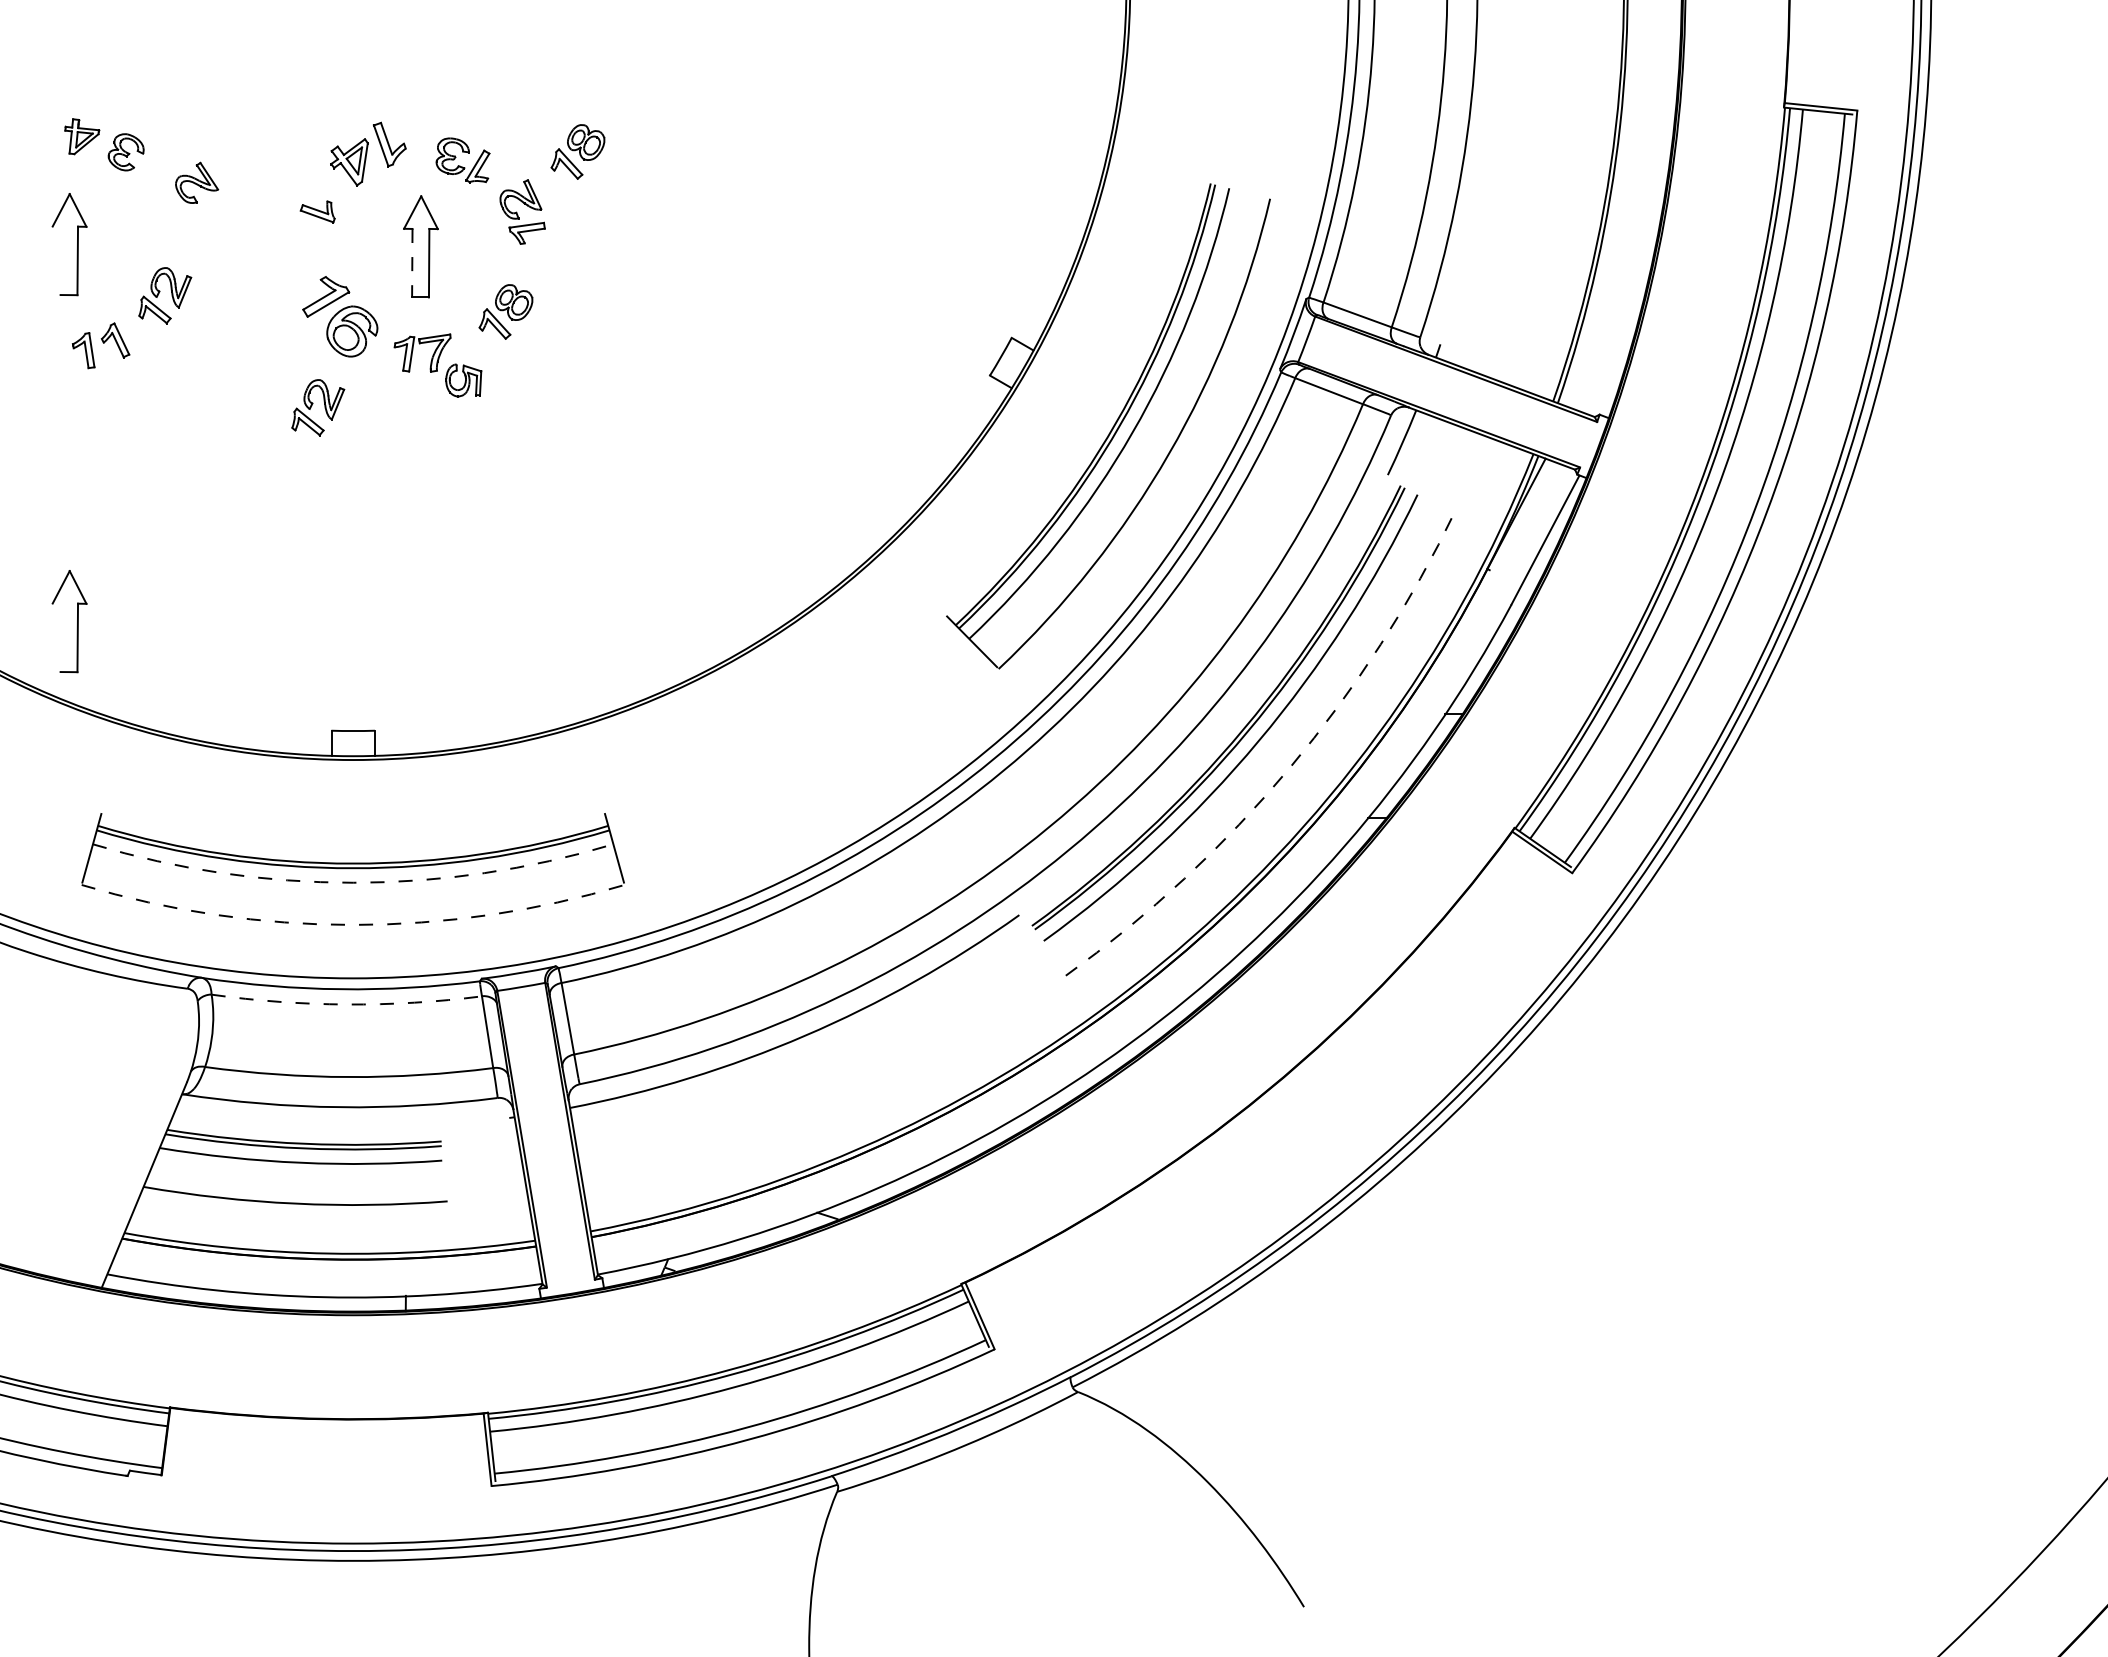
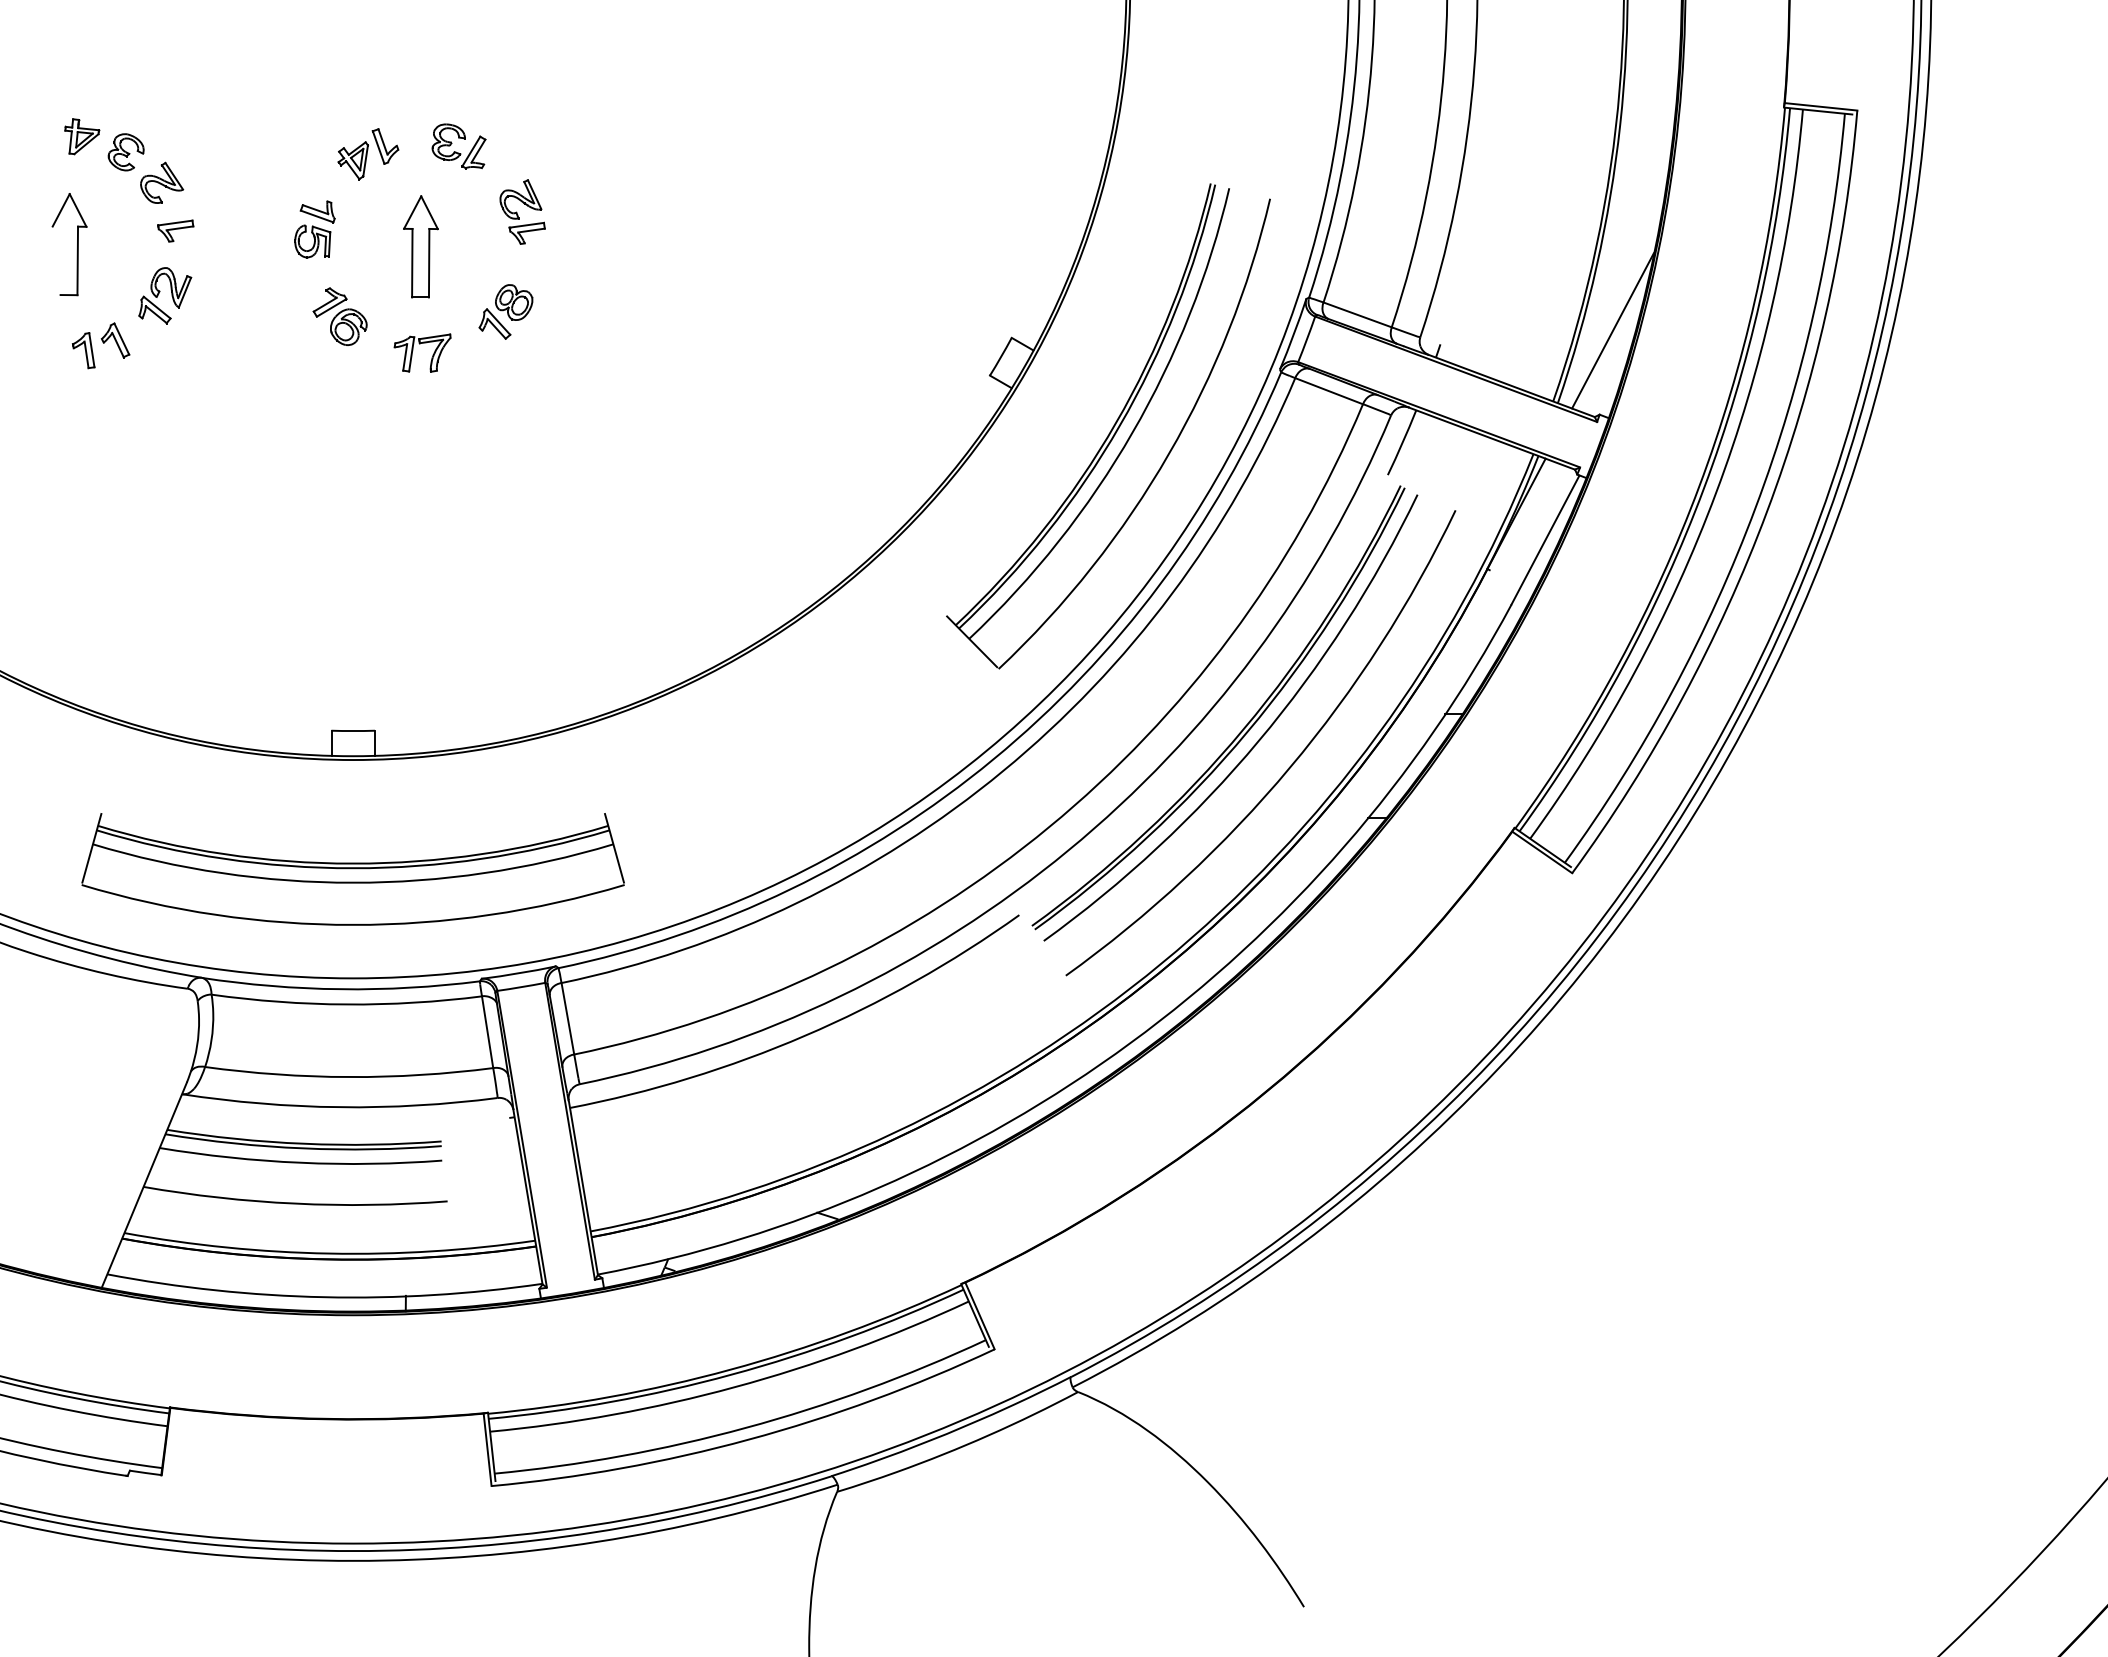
part at (577, 151): present -> none
part at (368, 153) size: 77x66 px -> 63x53 px
part at (462, 160) position: (462, 160) -> (458, 146)
part at (197, 182) position: (197, 182) -> (162, 182)
part at (175, 230): none -> present
line at (412, 263): dashed -> solid
part at (340, 316) size: 77x82 px -> 56x59 px
line at (1612, 330): none -> present
part at (463, 380) position: (463, 380) -> (312, 241)
part at (318, 407): present -> none
part at (77, 621): present -> none
arc at (1290, 767): dashed -> solid
arc at (353, 882): dashed -> solid
arc at (353, 924): dashed -> solid
arc at (346, 1004): dashed -> solid
